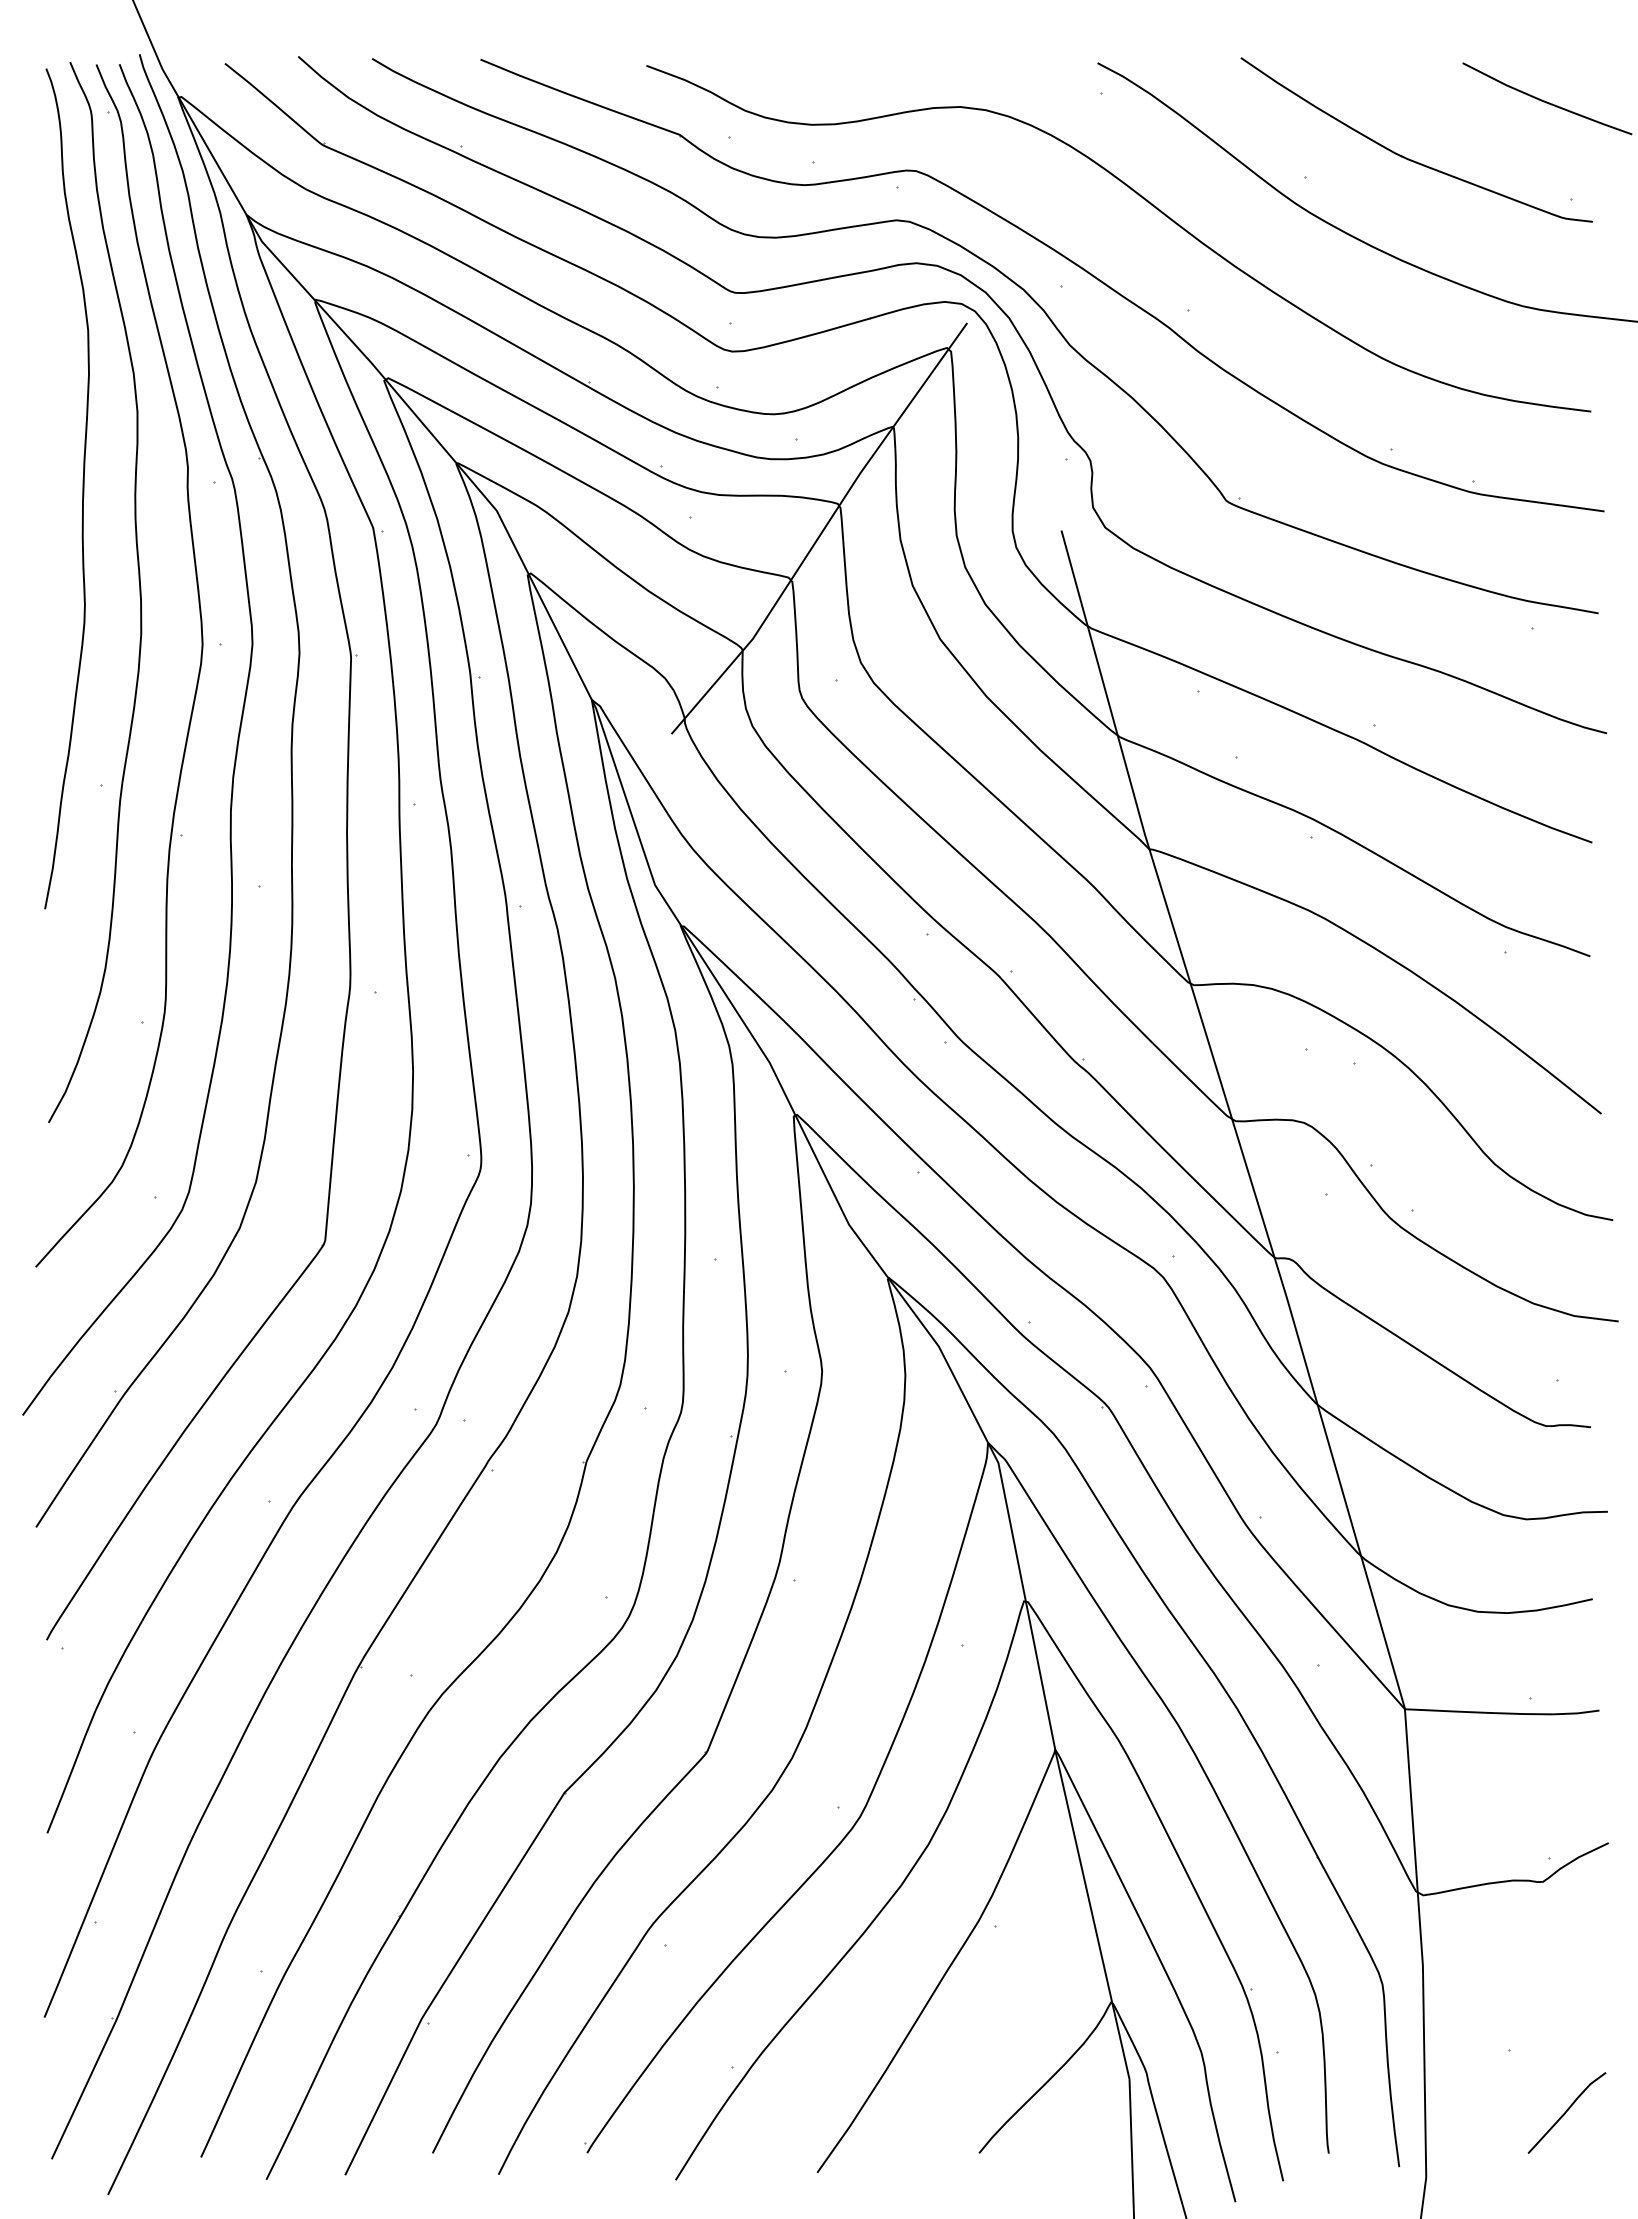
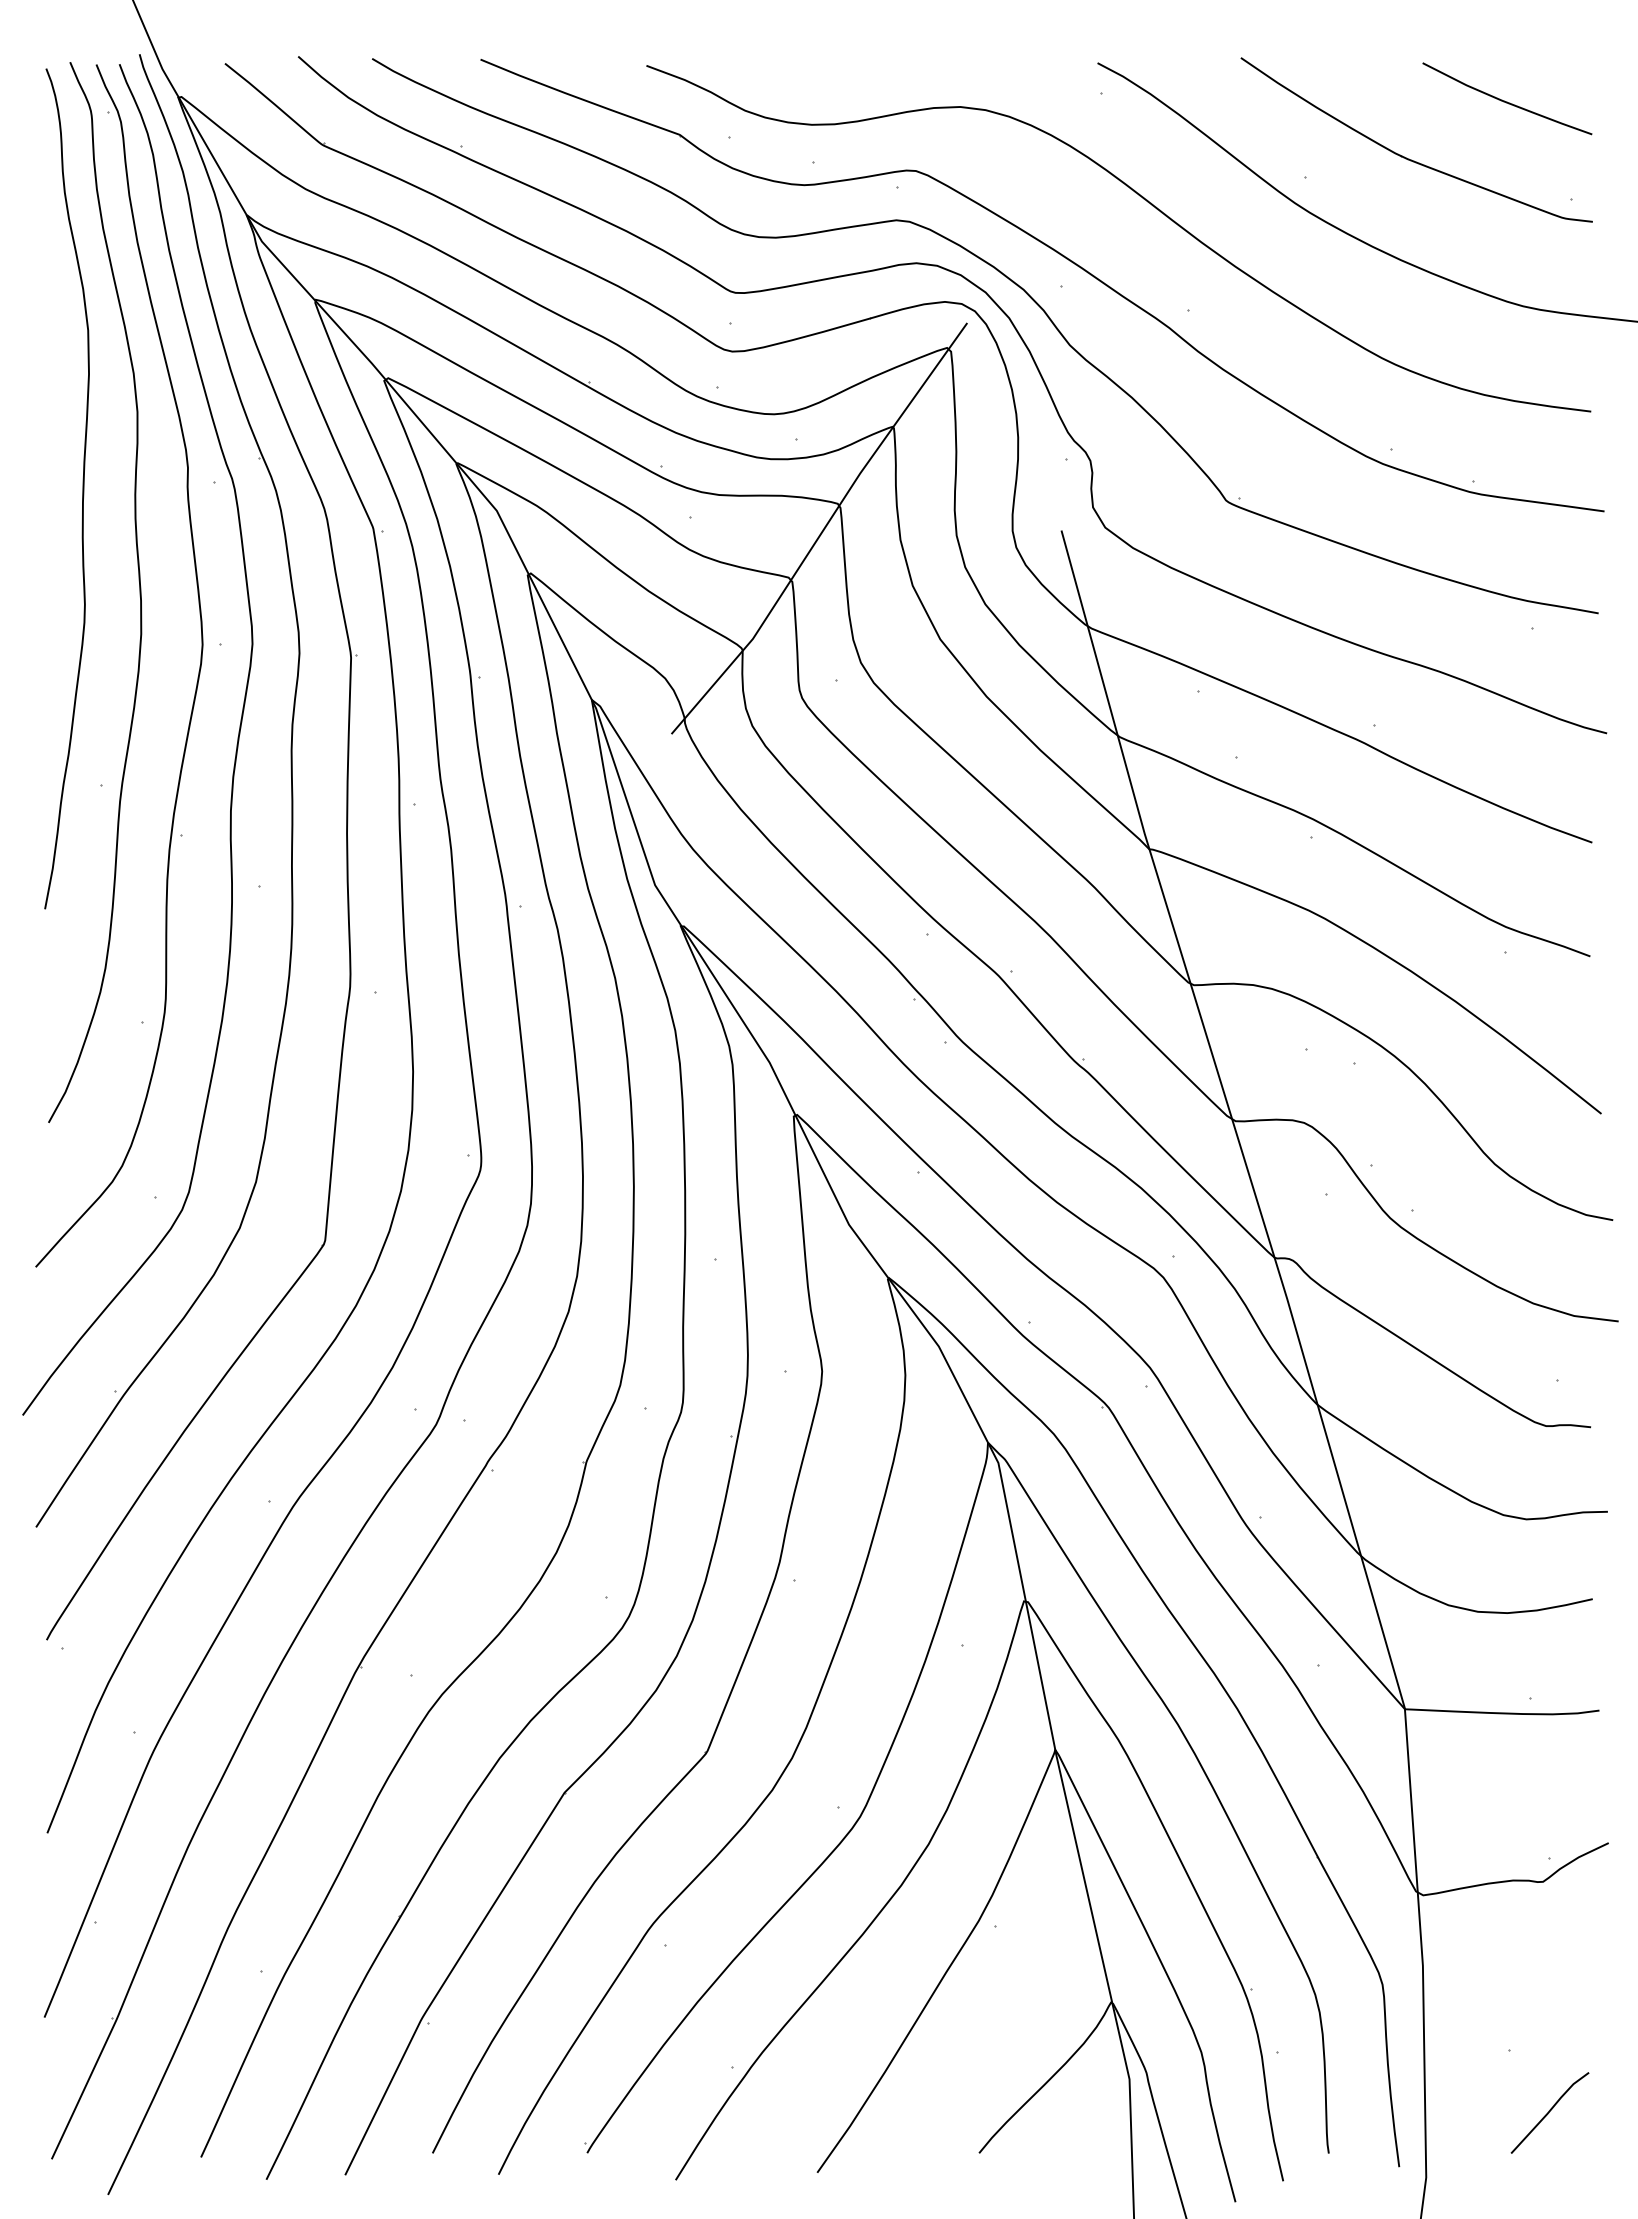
curve at (1547, 101) position: (1547, 101) -> (1507, 101)
line at (1566, 2112) position: (1566, 2112) -> (1549, 2112)
